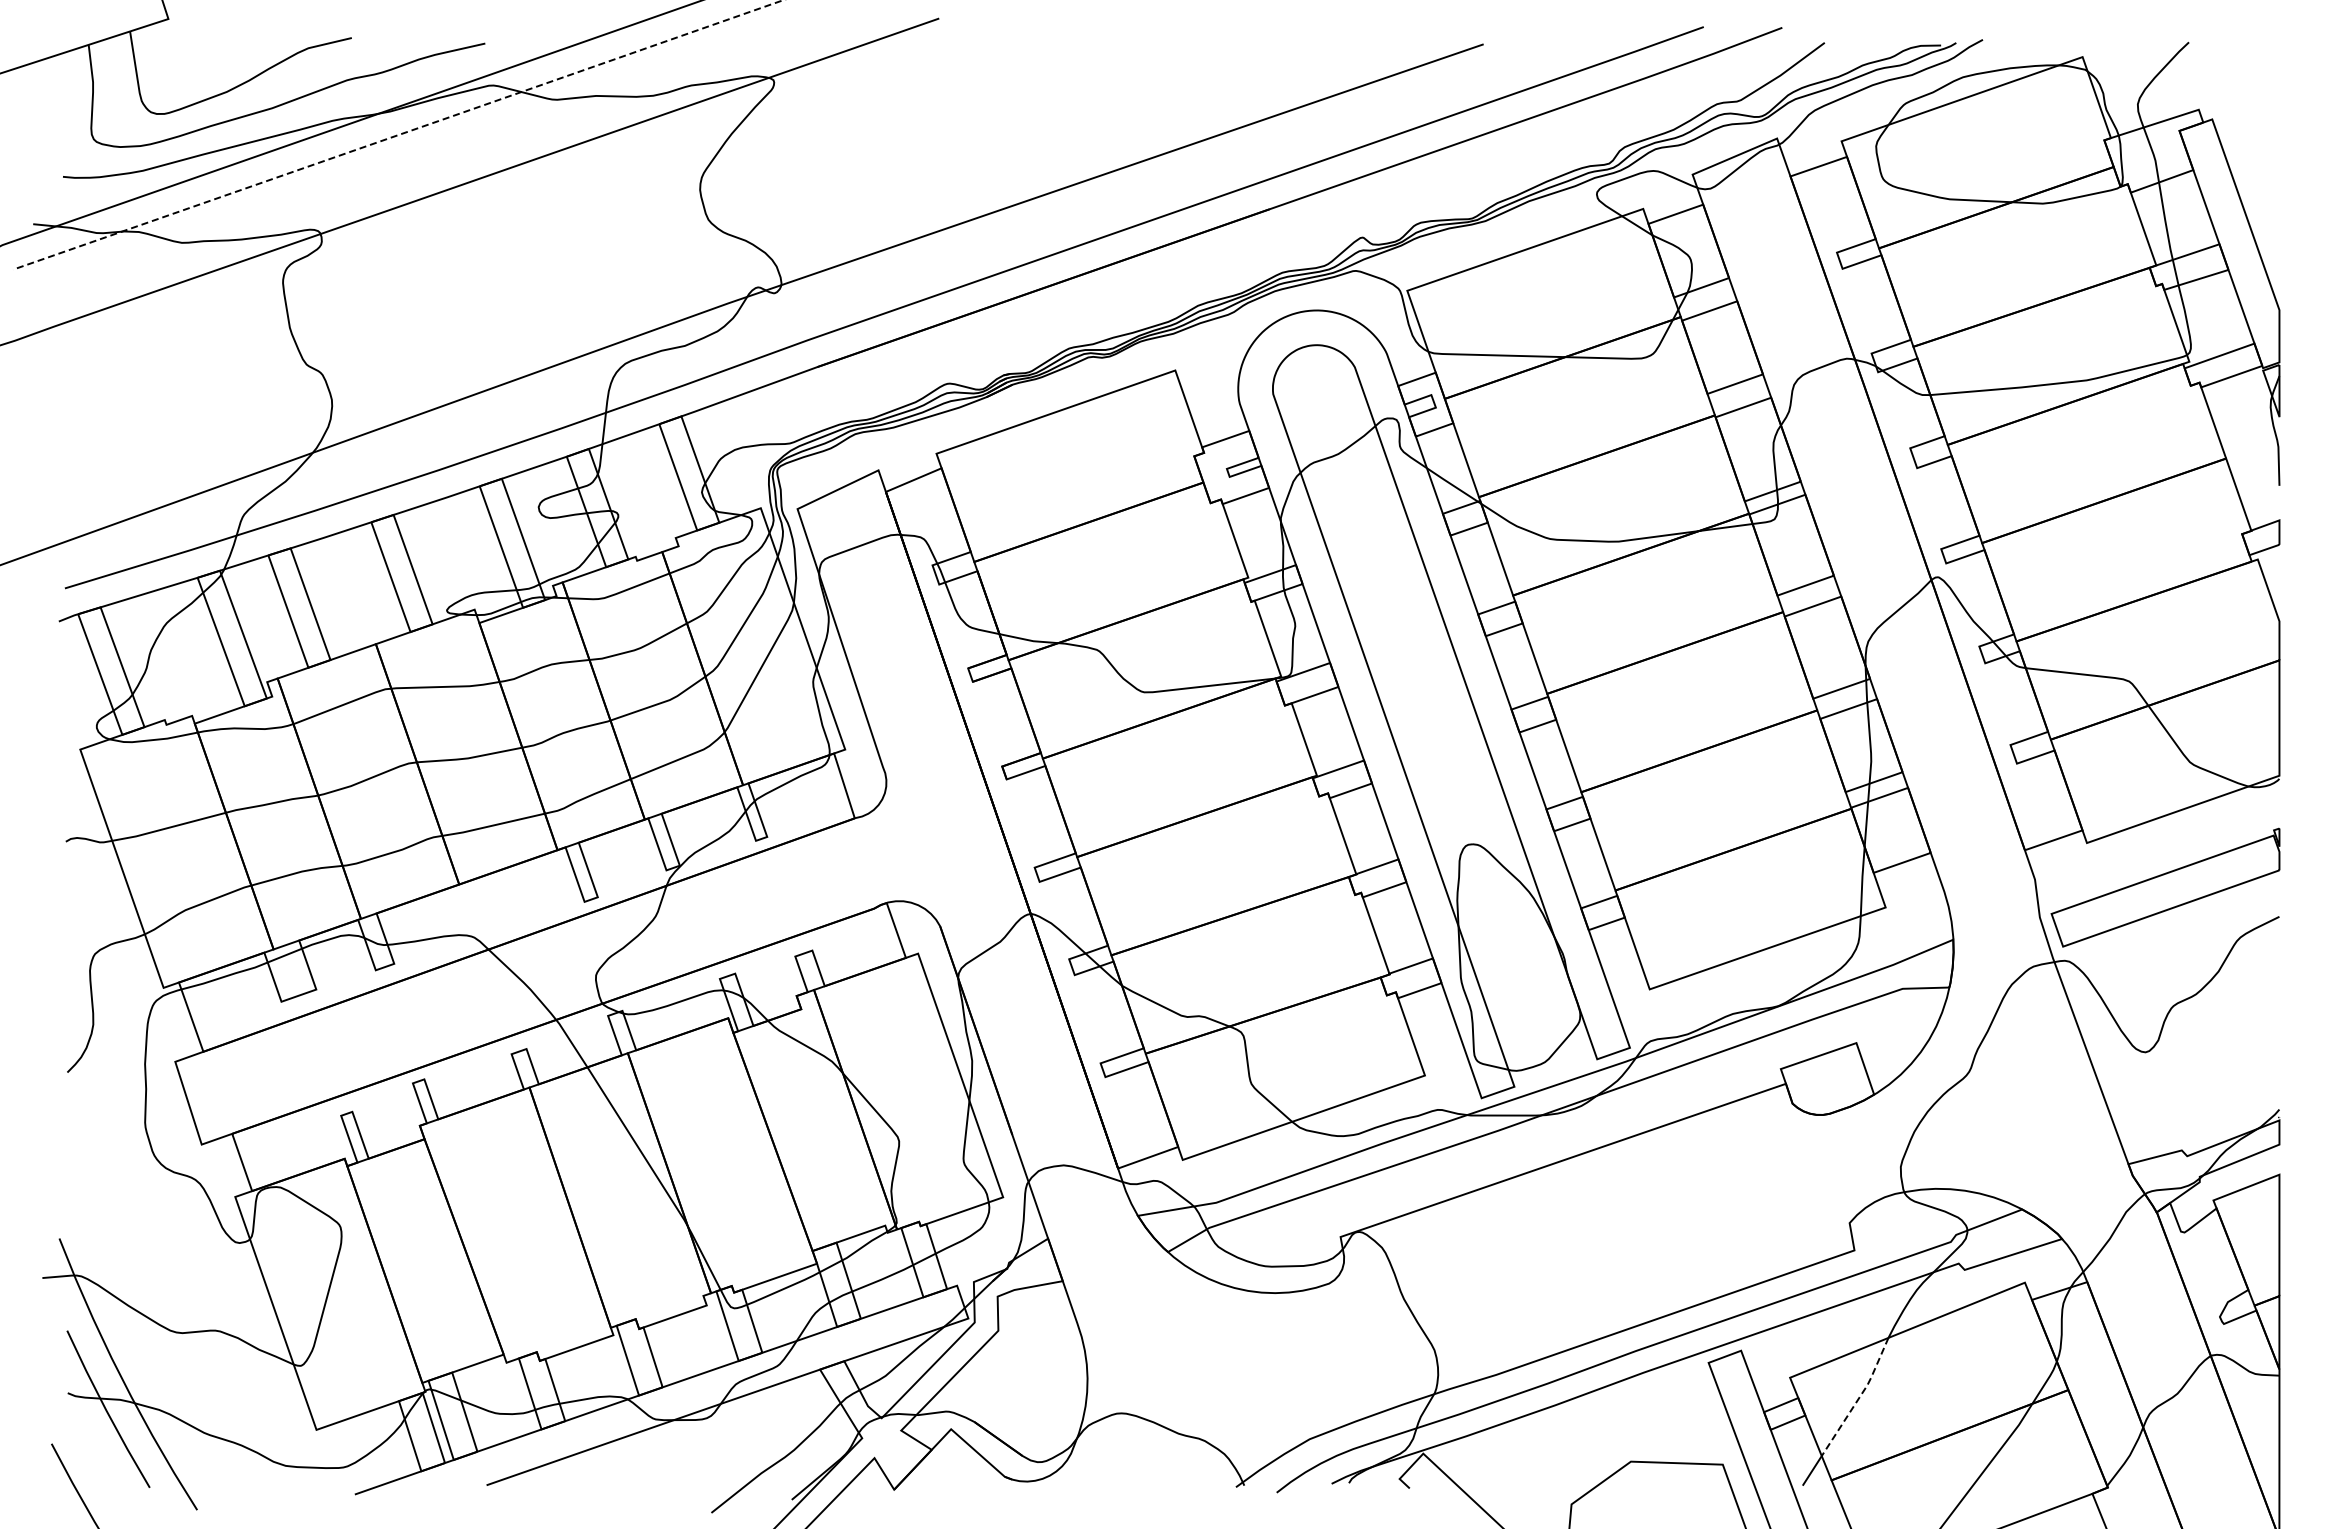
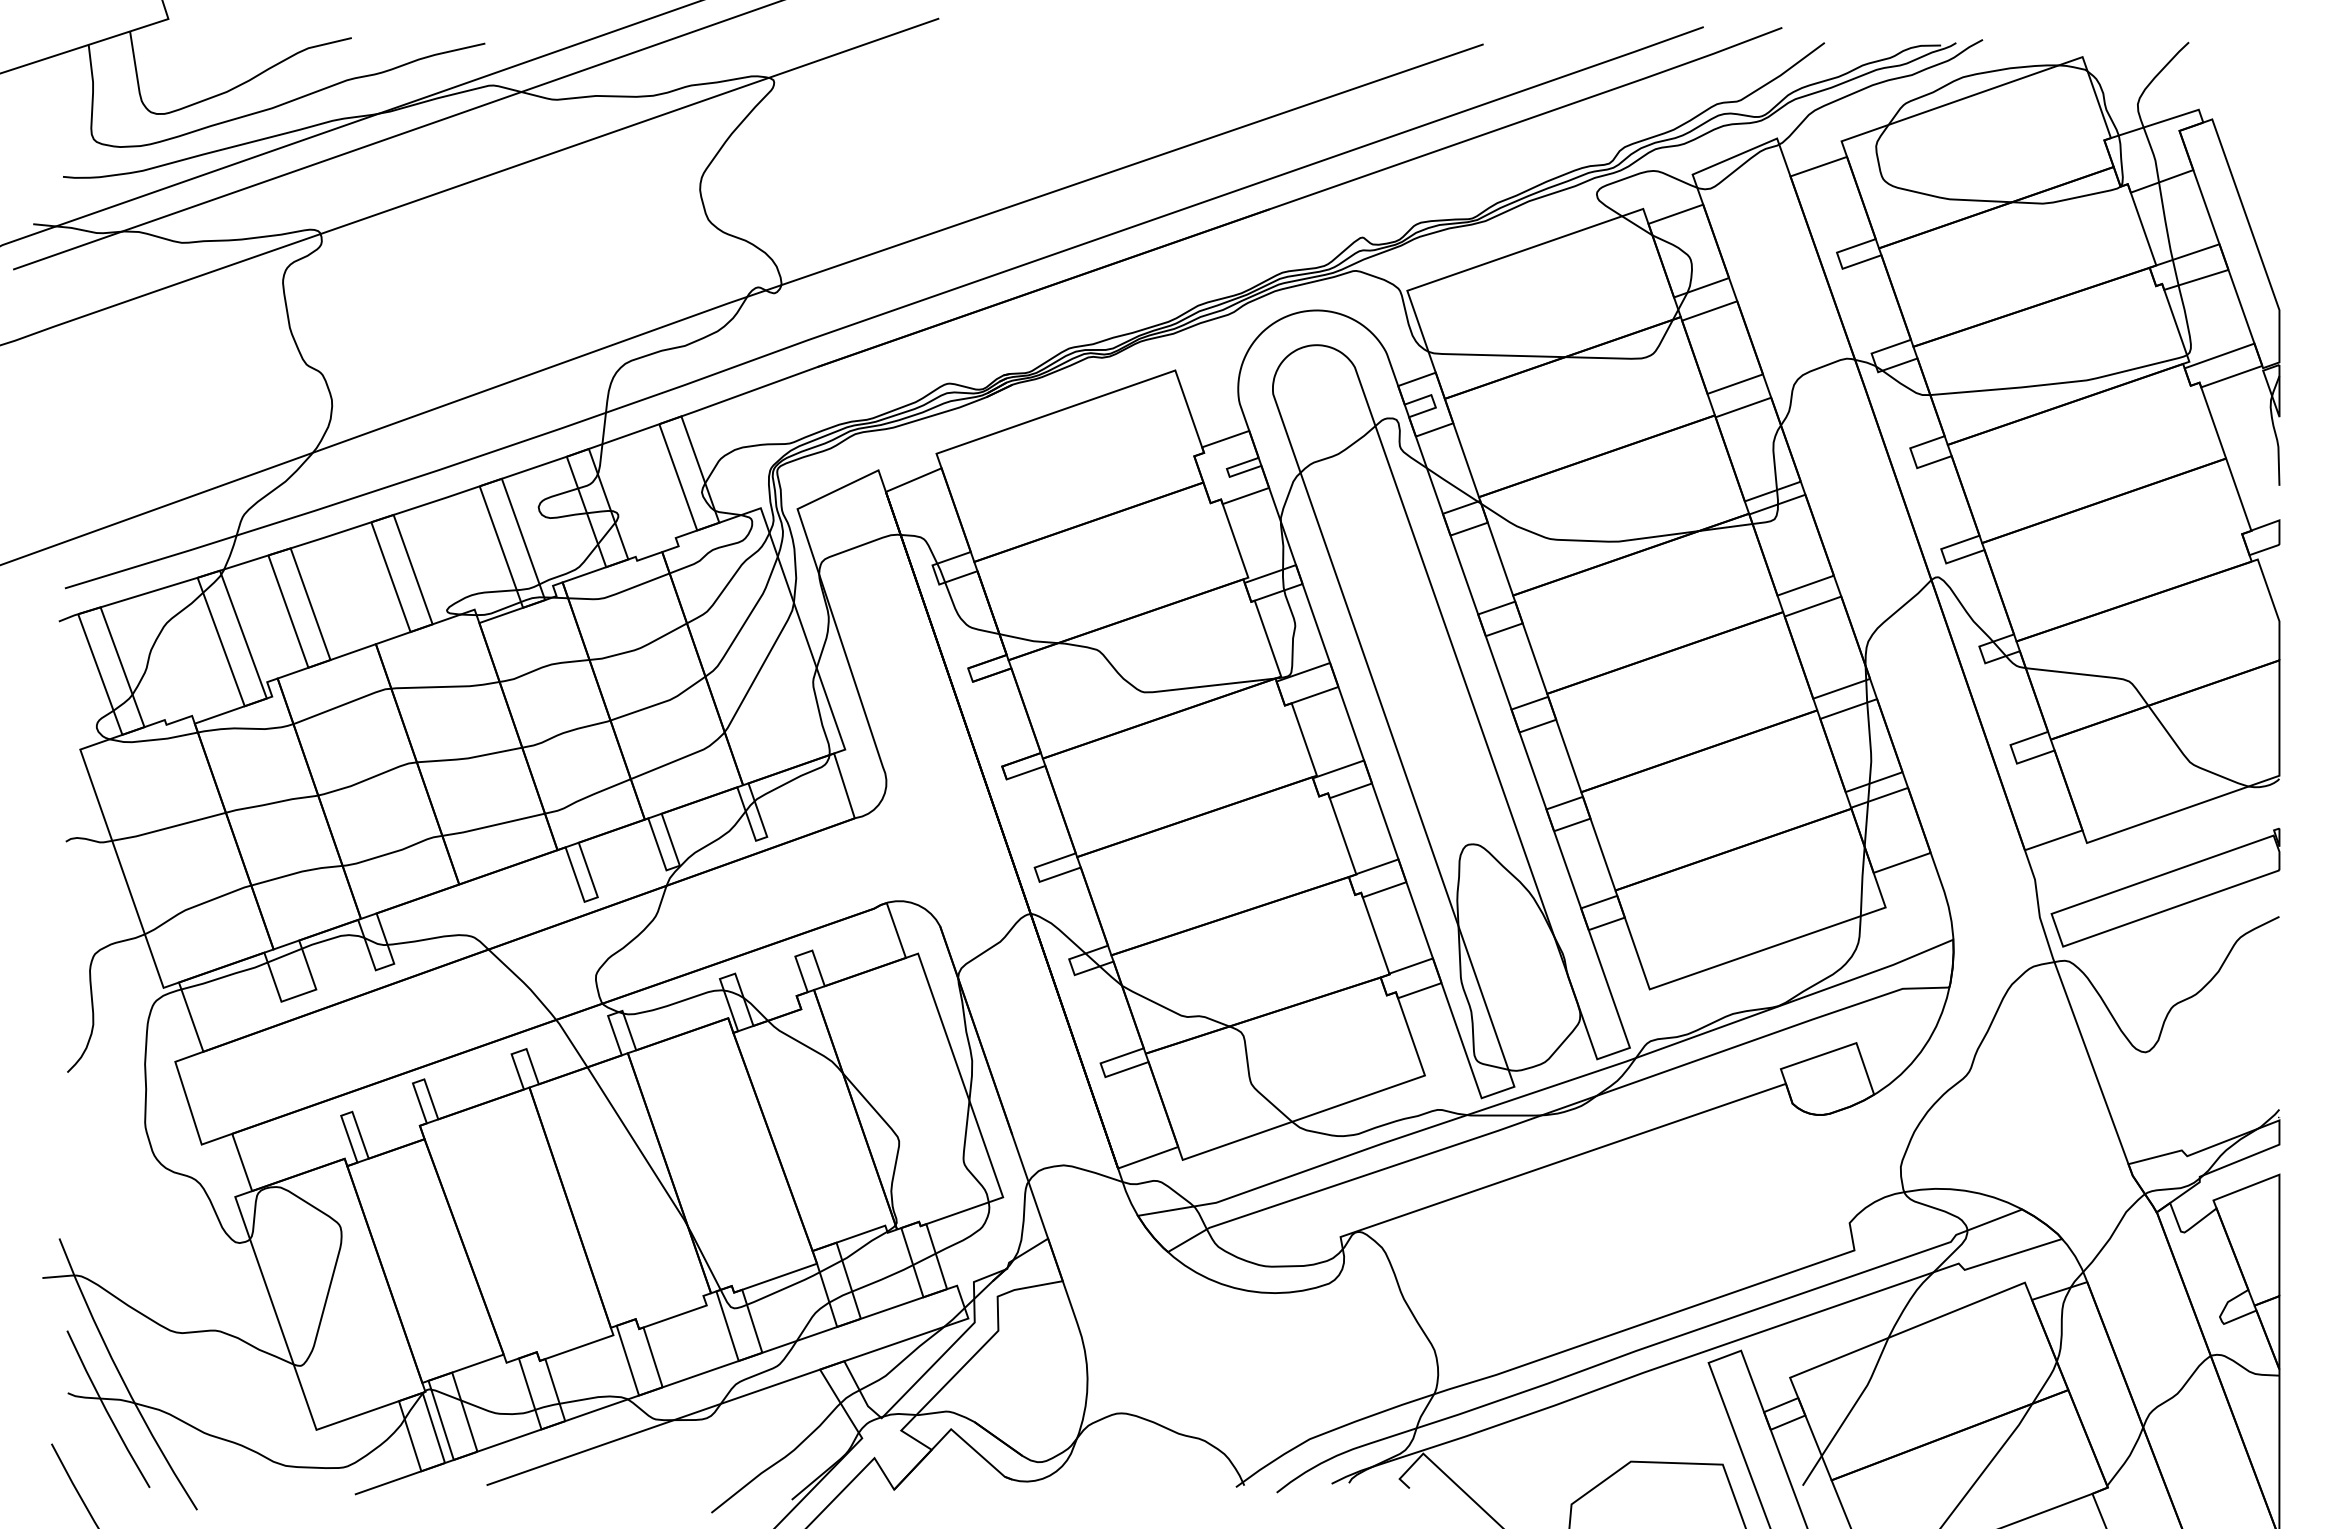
line at (398, 135): dashed -> solid
line at (1859, 1397): dashed -> solid
